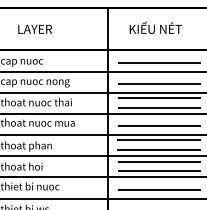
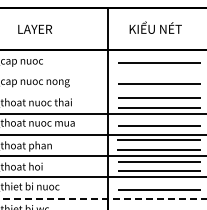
line at (102, 71): present -> none
line at (102, 92): present -> none
line at (103, 198): solid -> dashed
